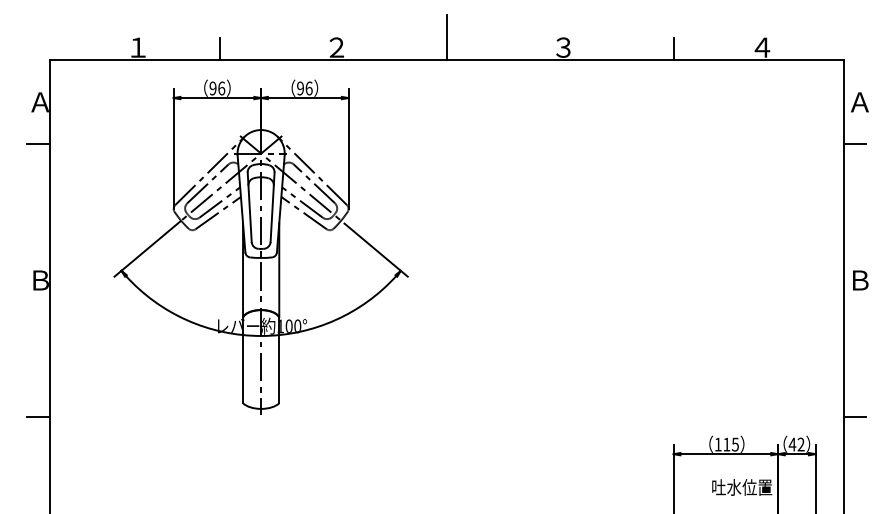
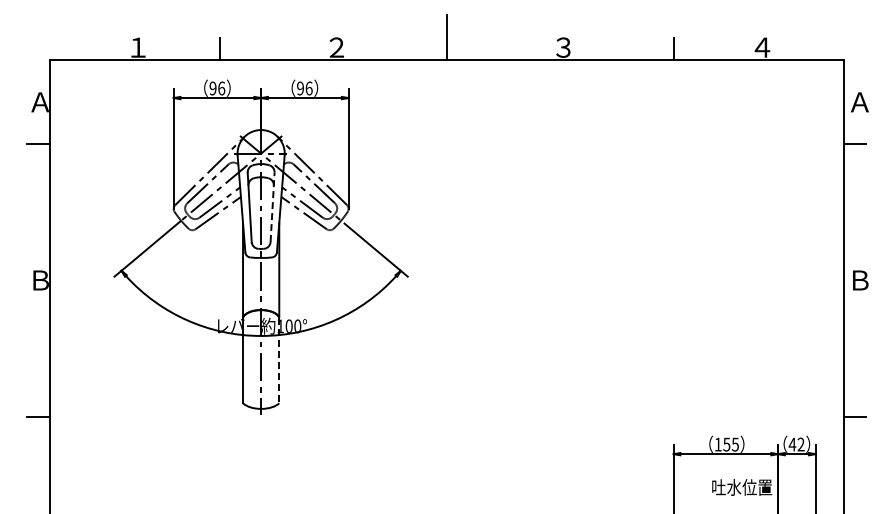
line at (272, 207): solid -> dashed
line at (279, 360): solid -> dashed
text at (726, 444): 115 -> 155
